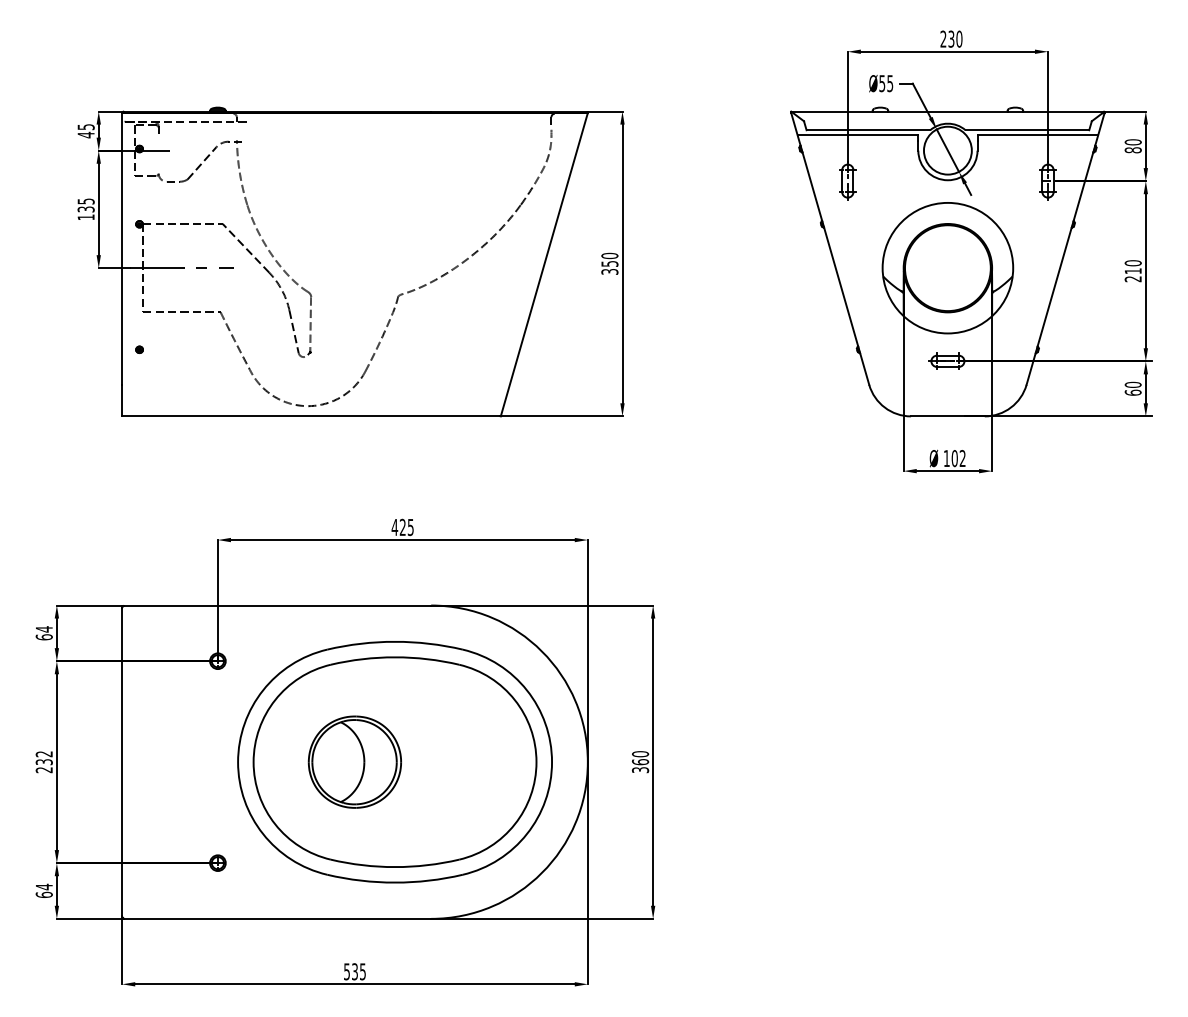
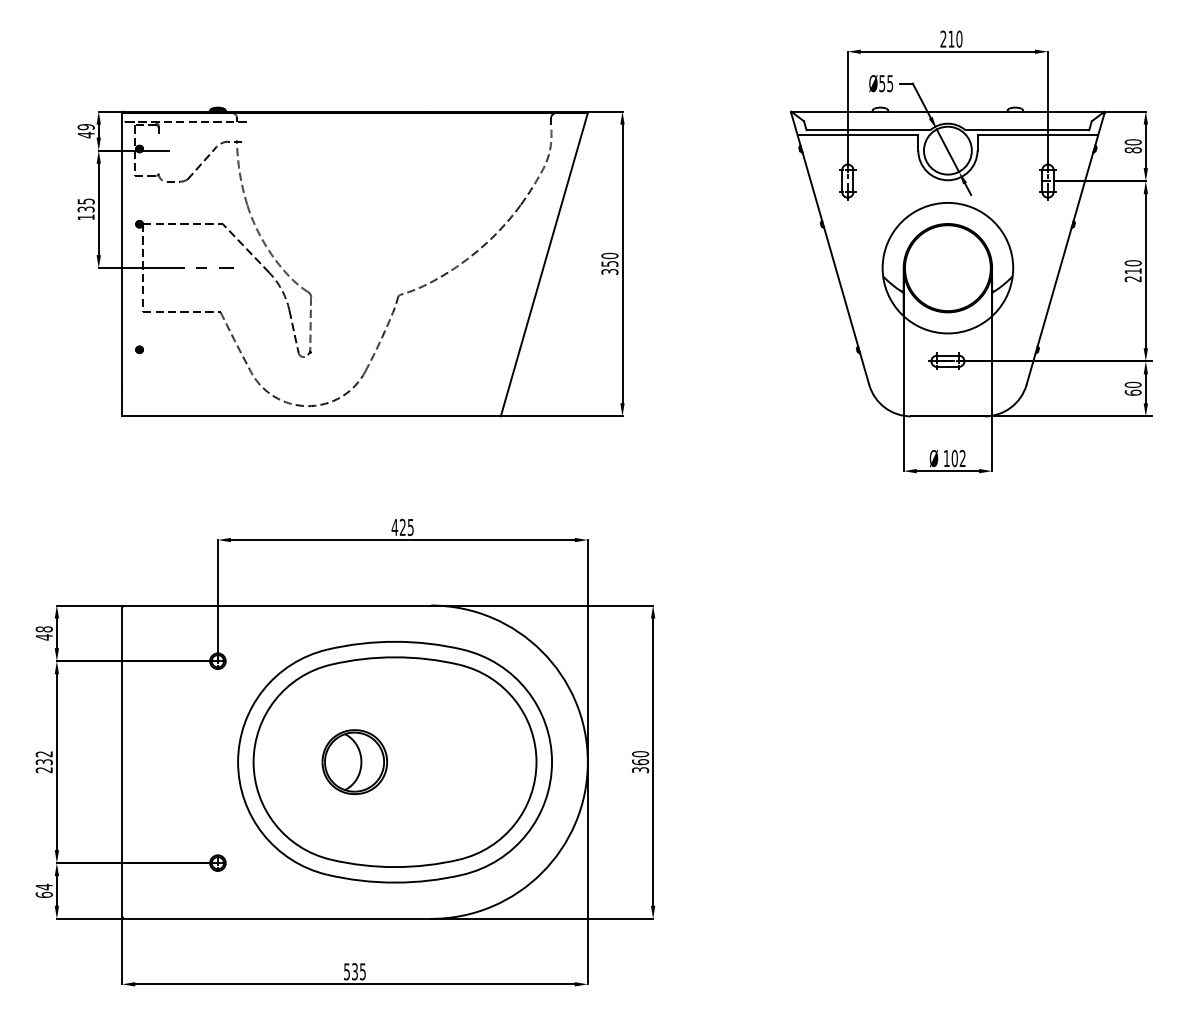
text at (951, 38): 230 -> 210
text at (85, 127): 45 -> 49
text at (43, 633): 64 -> 48
part at (354, 761) size: 95x94 px -> 67x66 px
